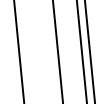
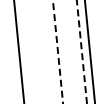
line at (58, 51): solid -> dashed
line at (81, 52): solid -> dashed
